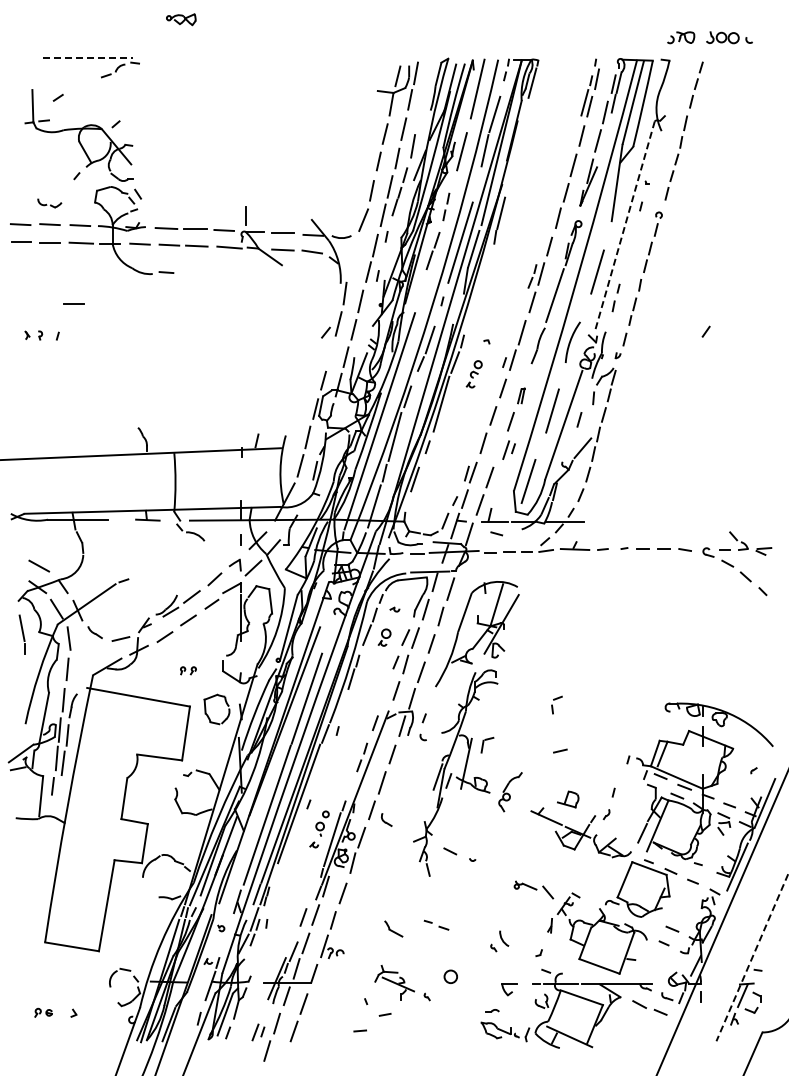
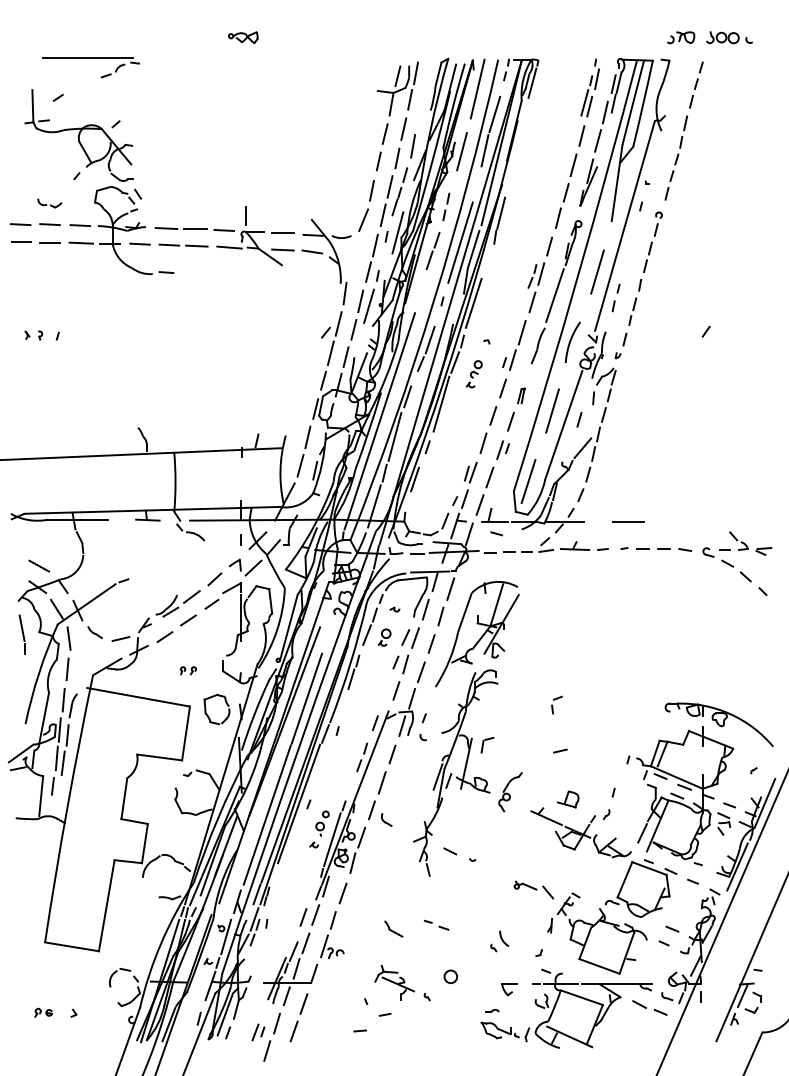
part at (181, 19) position: (181, 19) -> (243, 37)
line at (88, 57): dashed -> solid
line at (624, 226): dashed -> solid
line at (397, 232): none -> present
line at (473, 302): none -> present
line at (73, 303): present -> none
line at (368, 305): none -> present
line at (330, 353): none -> present
part at (508, 449) position: (508, 449) -> (502, 449)
line at (628, 521): none -> present
line at (226, 936): none -> present
line at (752, 957): dashed -> solid
